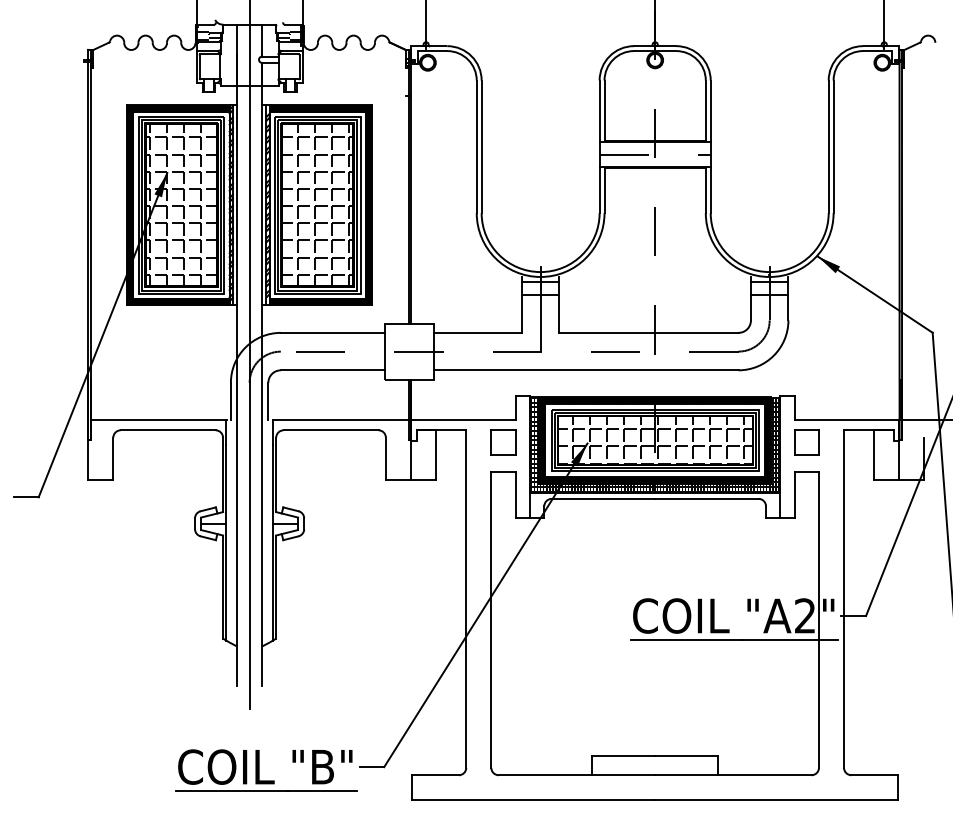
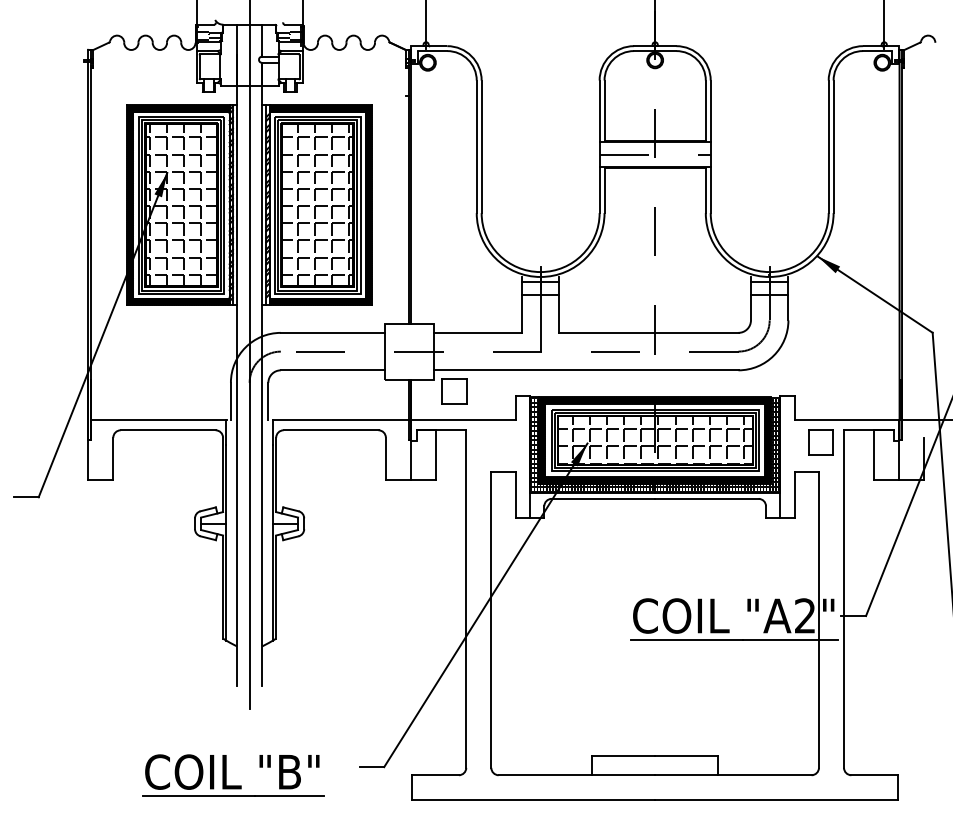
part at (503, 442) position: (503, 442) -> (454, 391)
part at (806, 442) position: (806, 442) -> (820, 442)
part at (259, 770) position: (259, 770) -> (226, 775)
